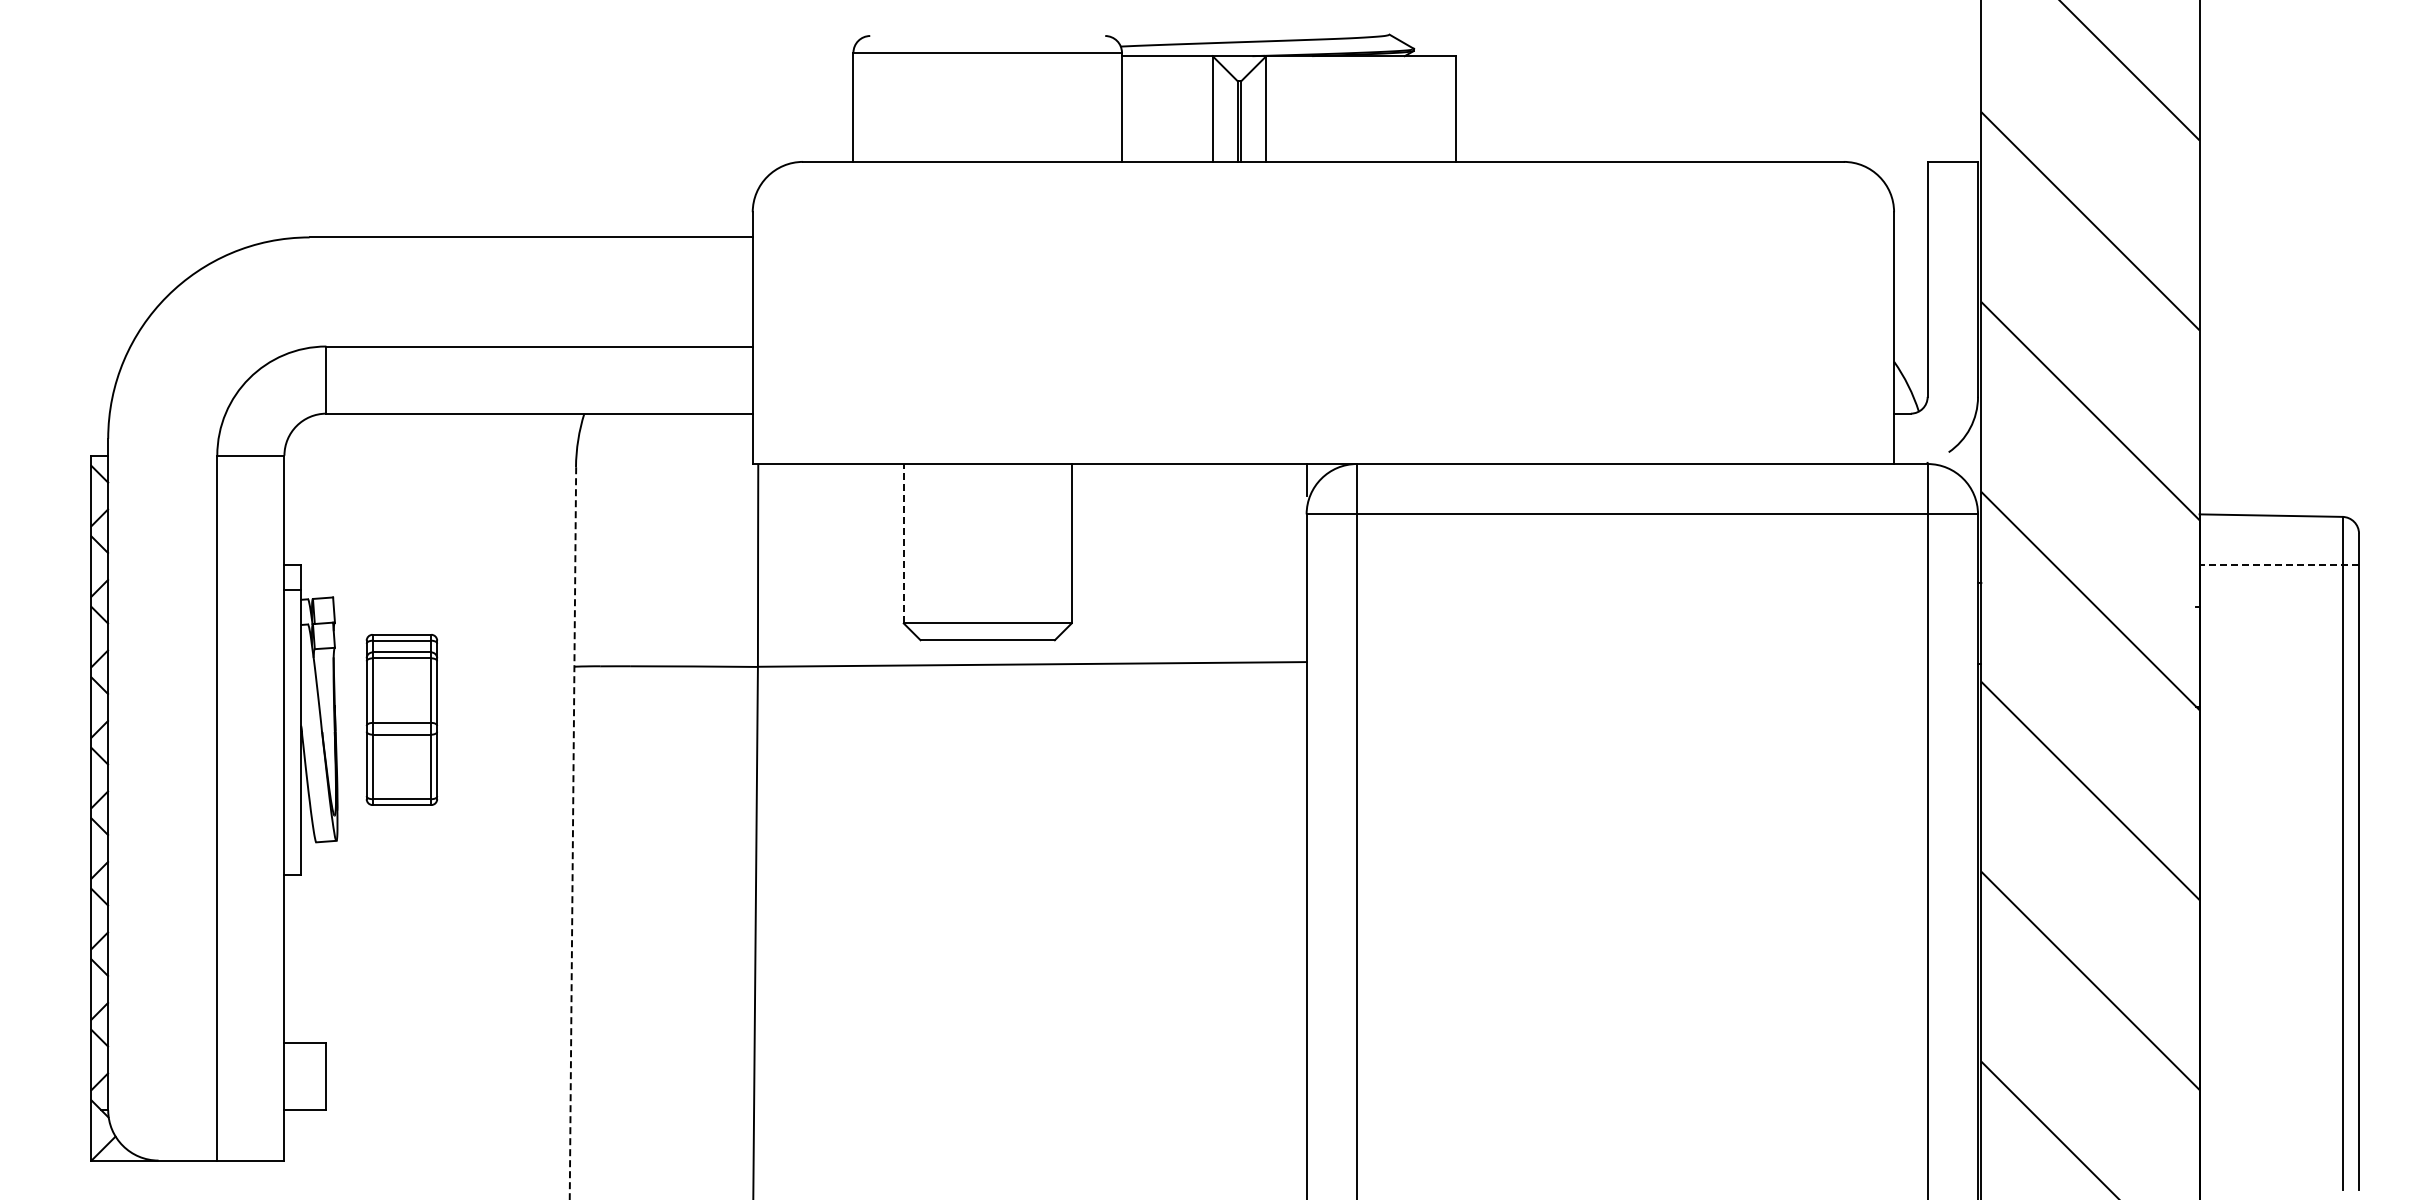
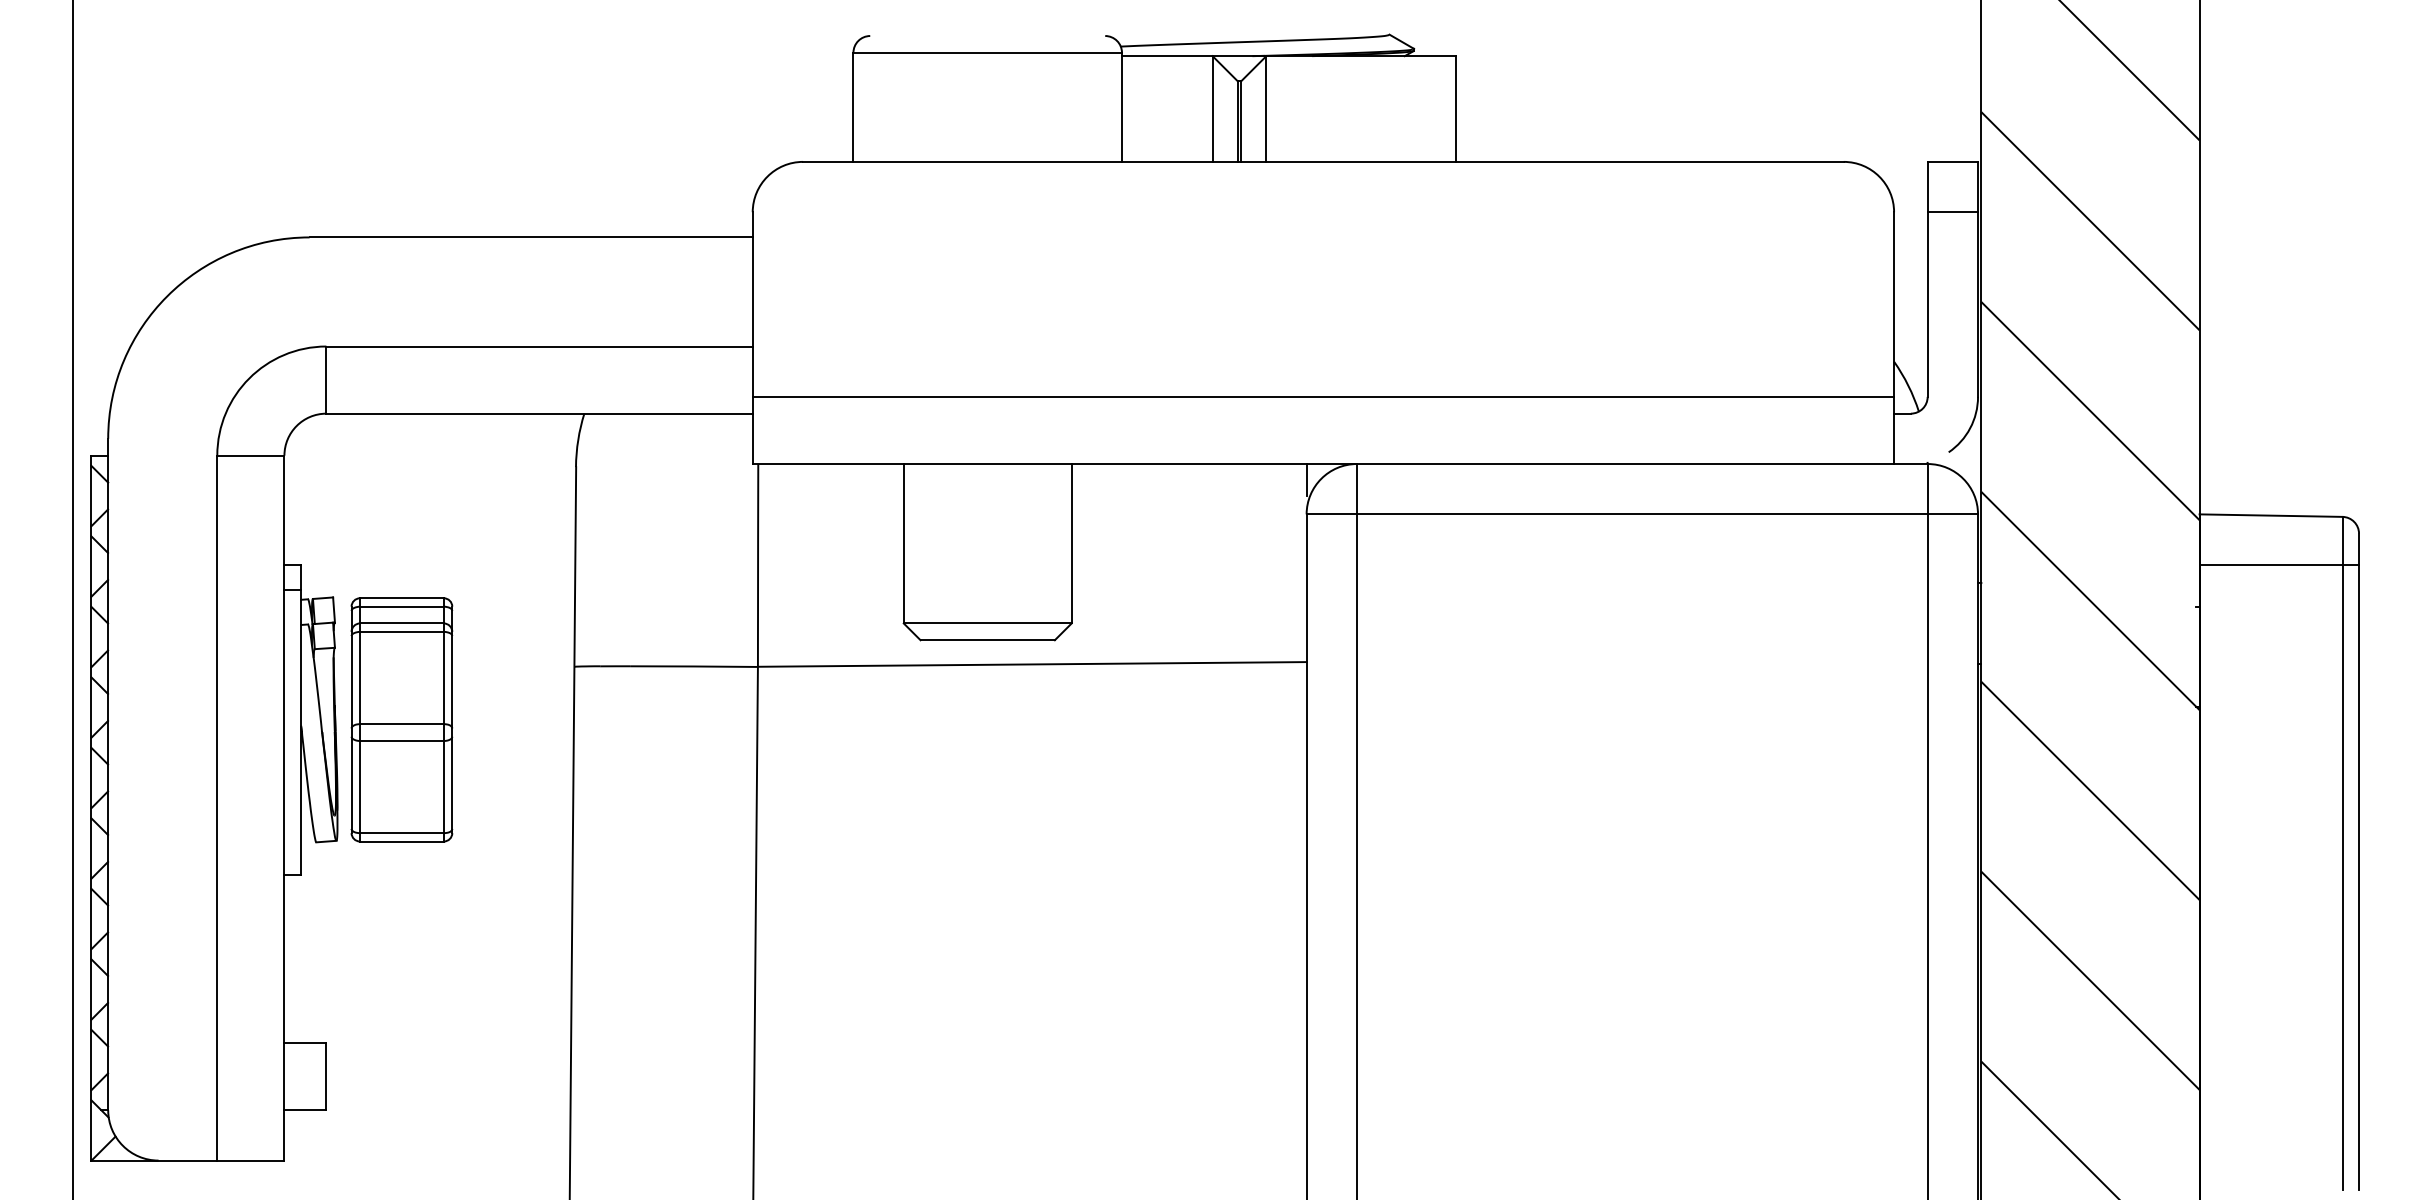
line at (1952, 212): none -> present
line at (1323, 396): none -> present
line at (903, 543): dashed -> solid
line at (2279, 564): dashed -> solid
line at (72, 599): none -> present
part at (401, 719) size: 73x172 px -> 104x246 px
line at (572, 834): dashed -> solid
